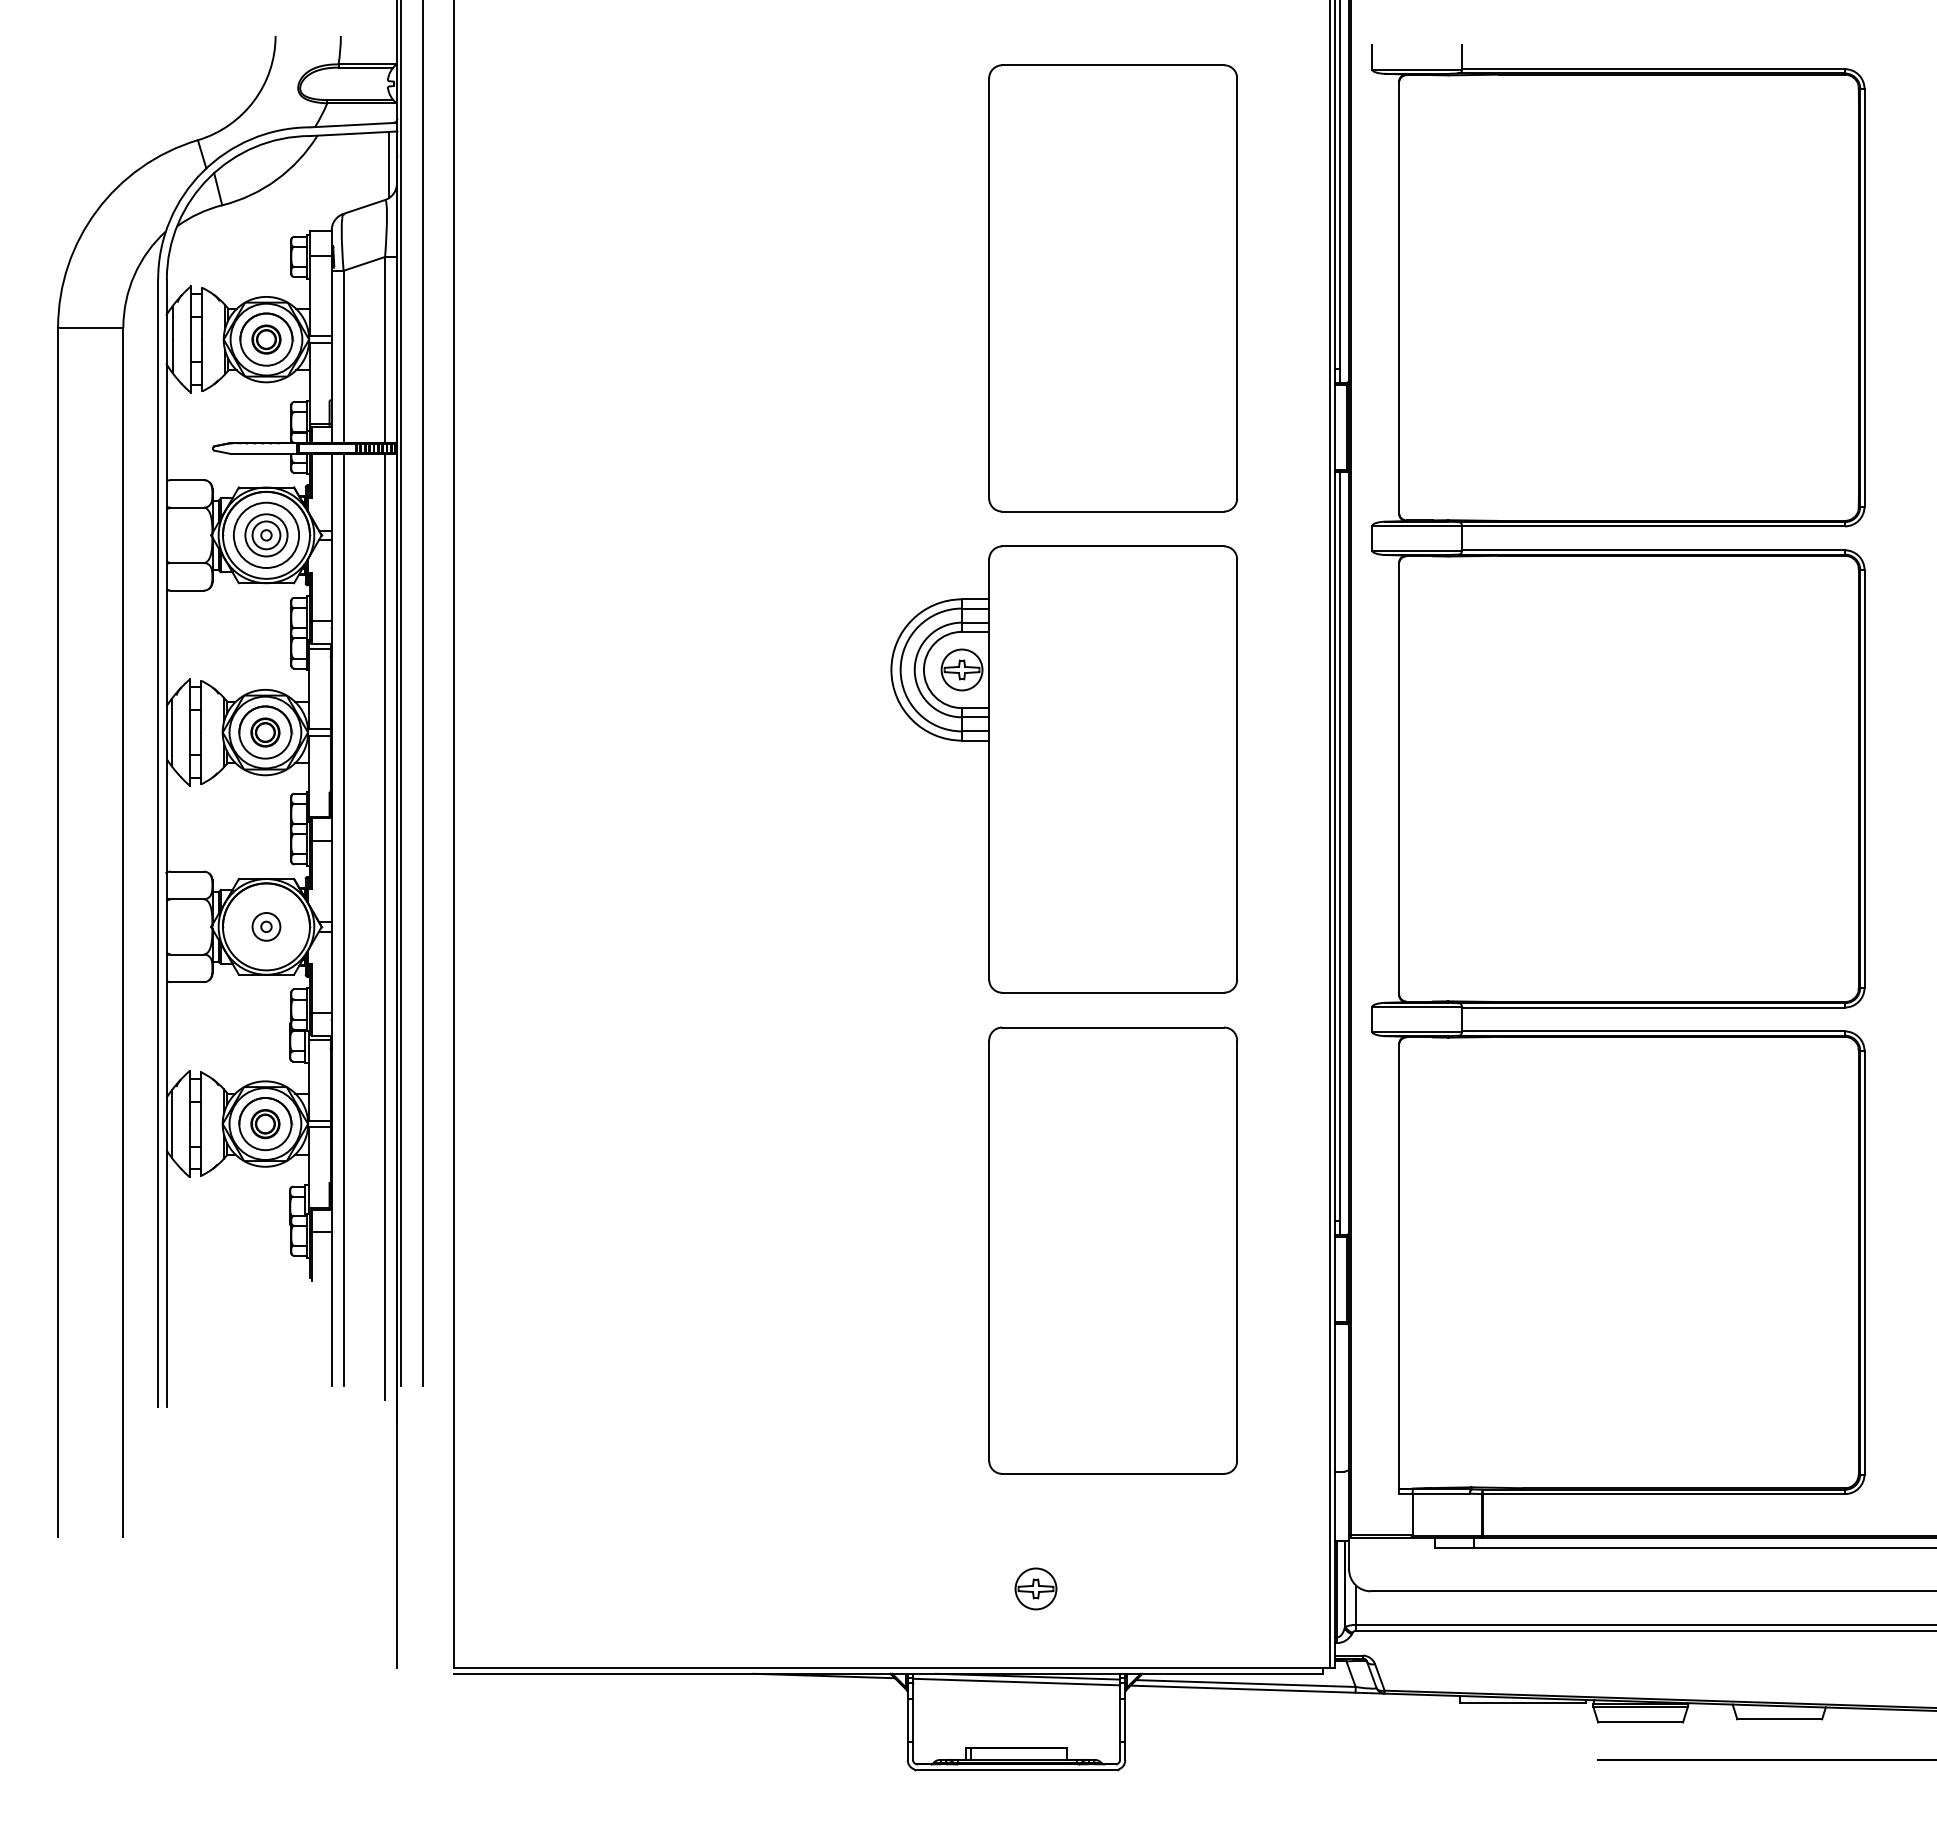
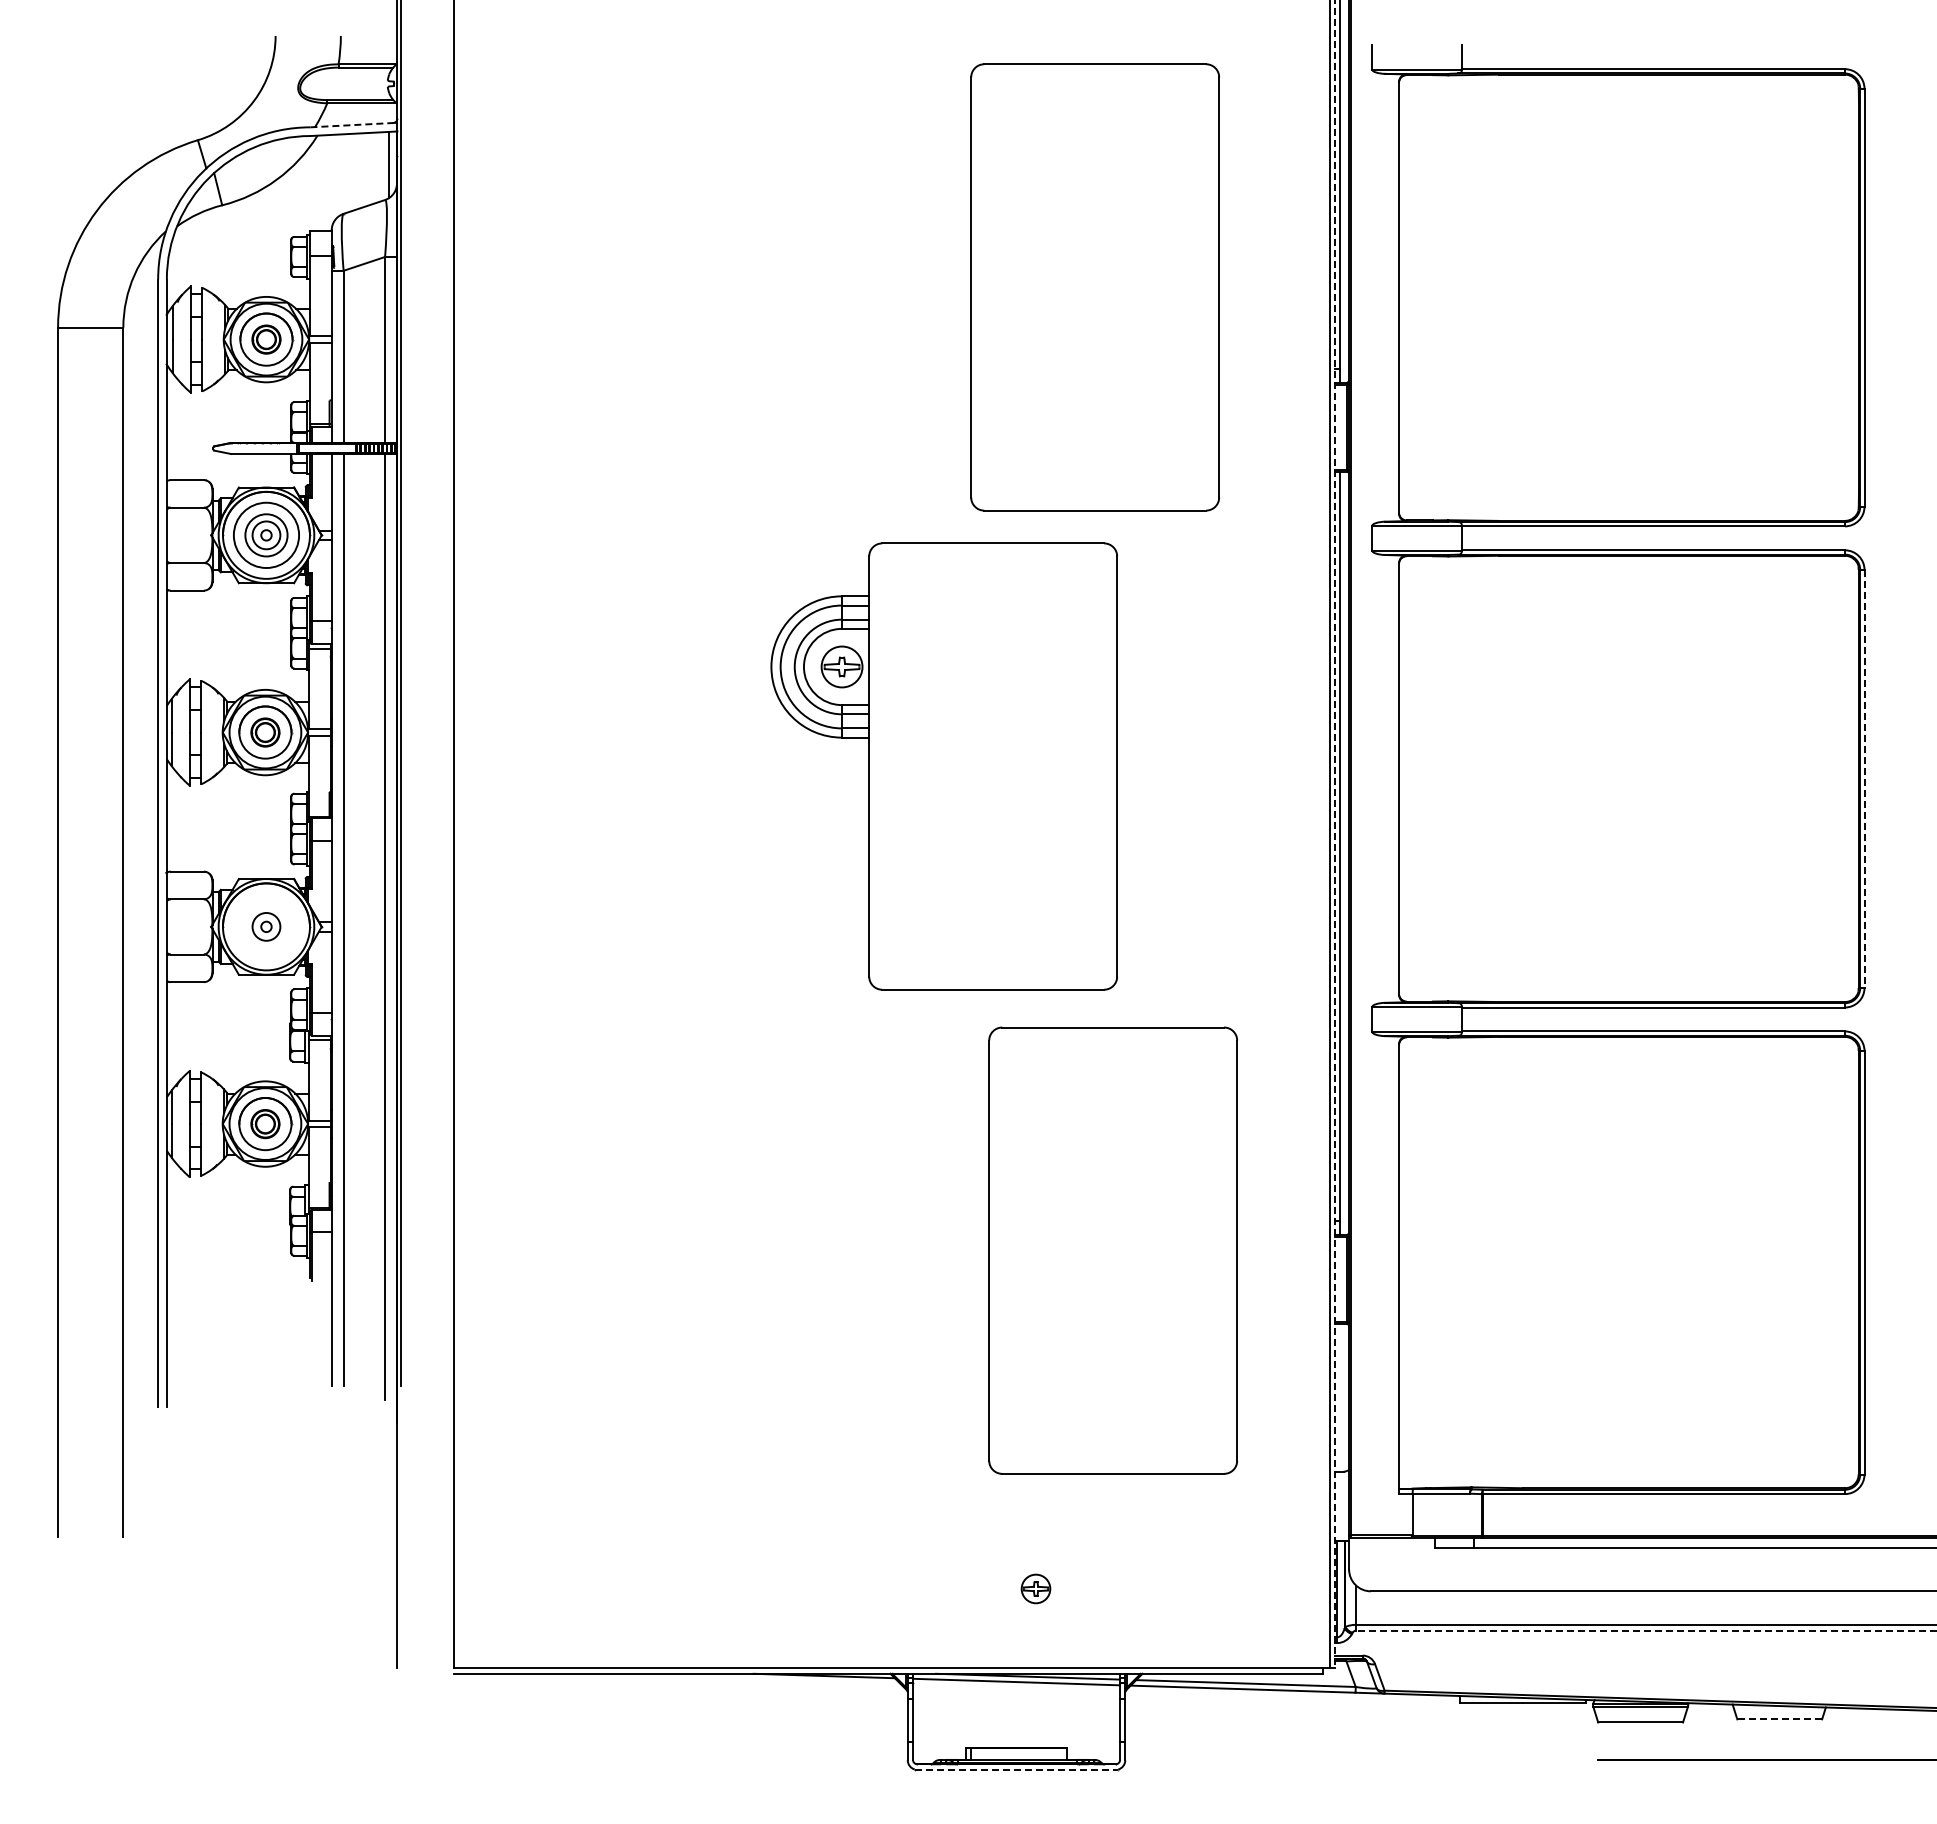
line at (352, 125): solid -> dashed
part at (1113, 288) position: (1113, 288) -> (1095, 287)
line at (422, 693): present -> none
part at (1064, 769) position: (1064, 769) -> (944, 766)
line at (1864, 779): solid -> dashed
line at (1335, 834): solid -> dashed
part at (1035, 1588) size: 44x44 px -> 32x32 px
line at (1646, 1630): solid -> dashed
line at (1779, 1719): solid -> dashed
line at (1016, 1769): solid -> dashed
